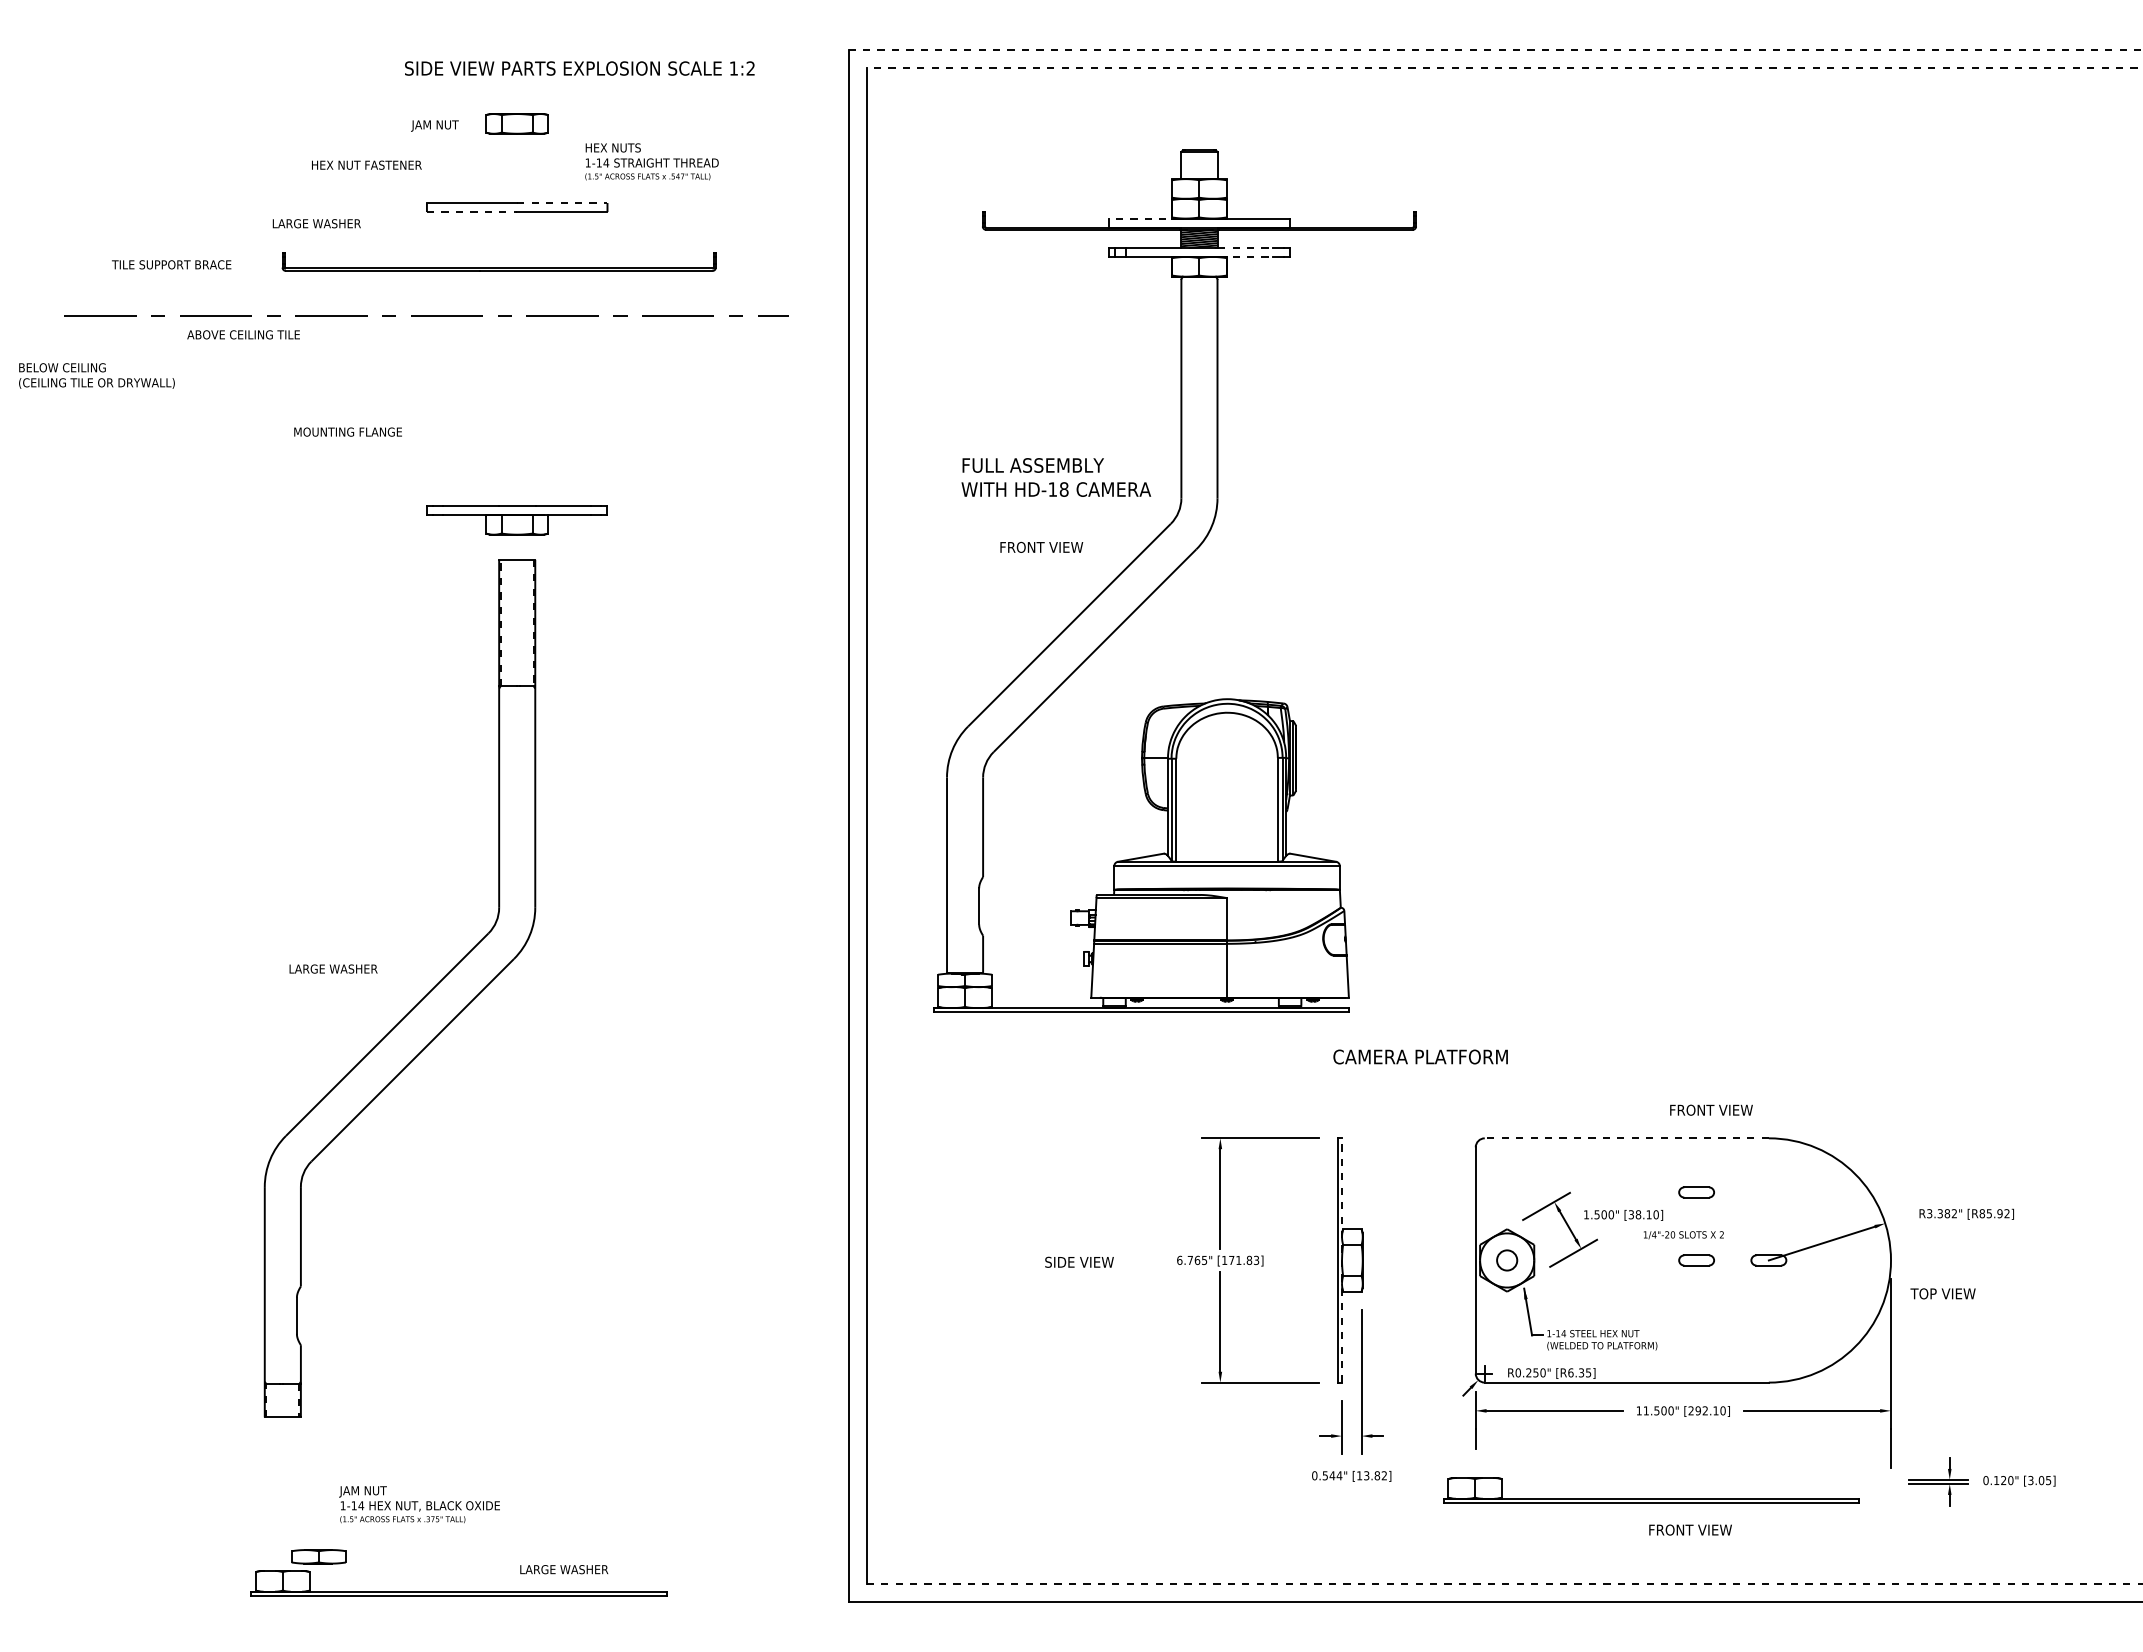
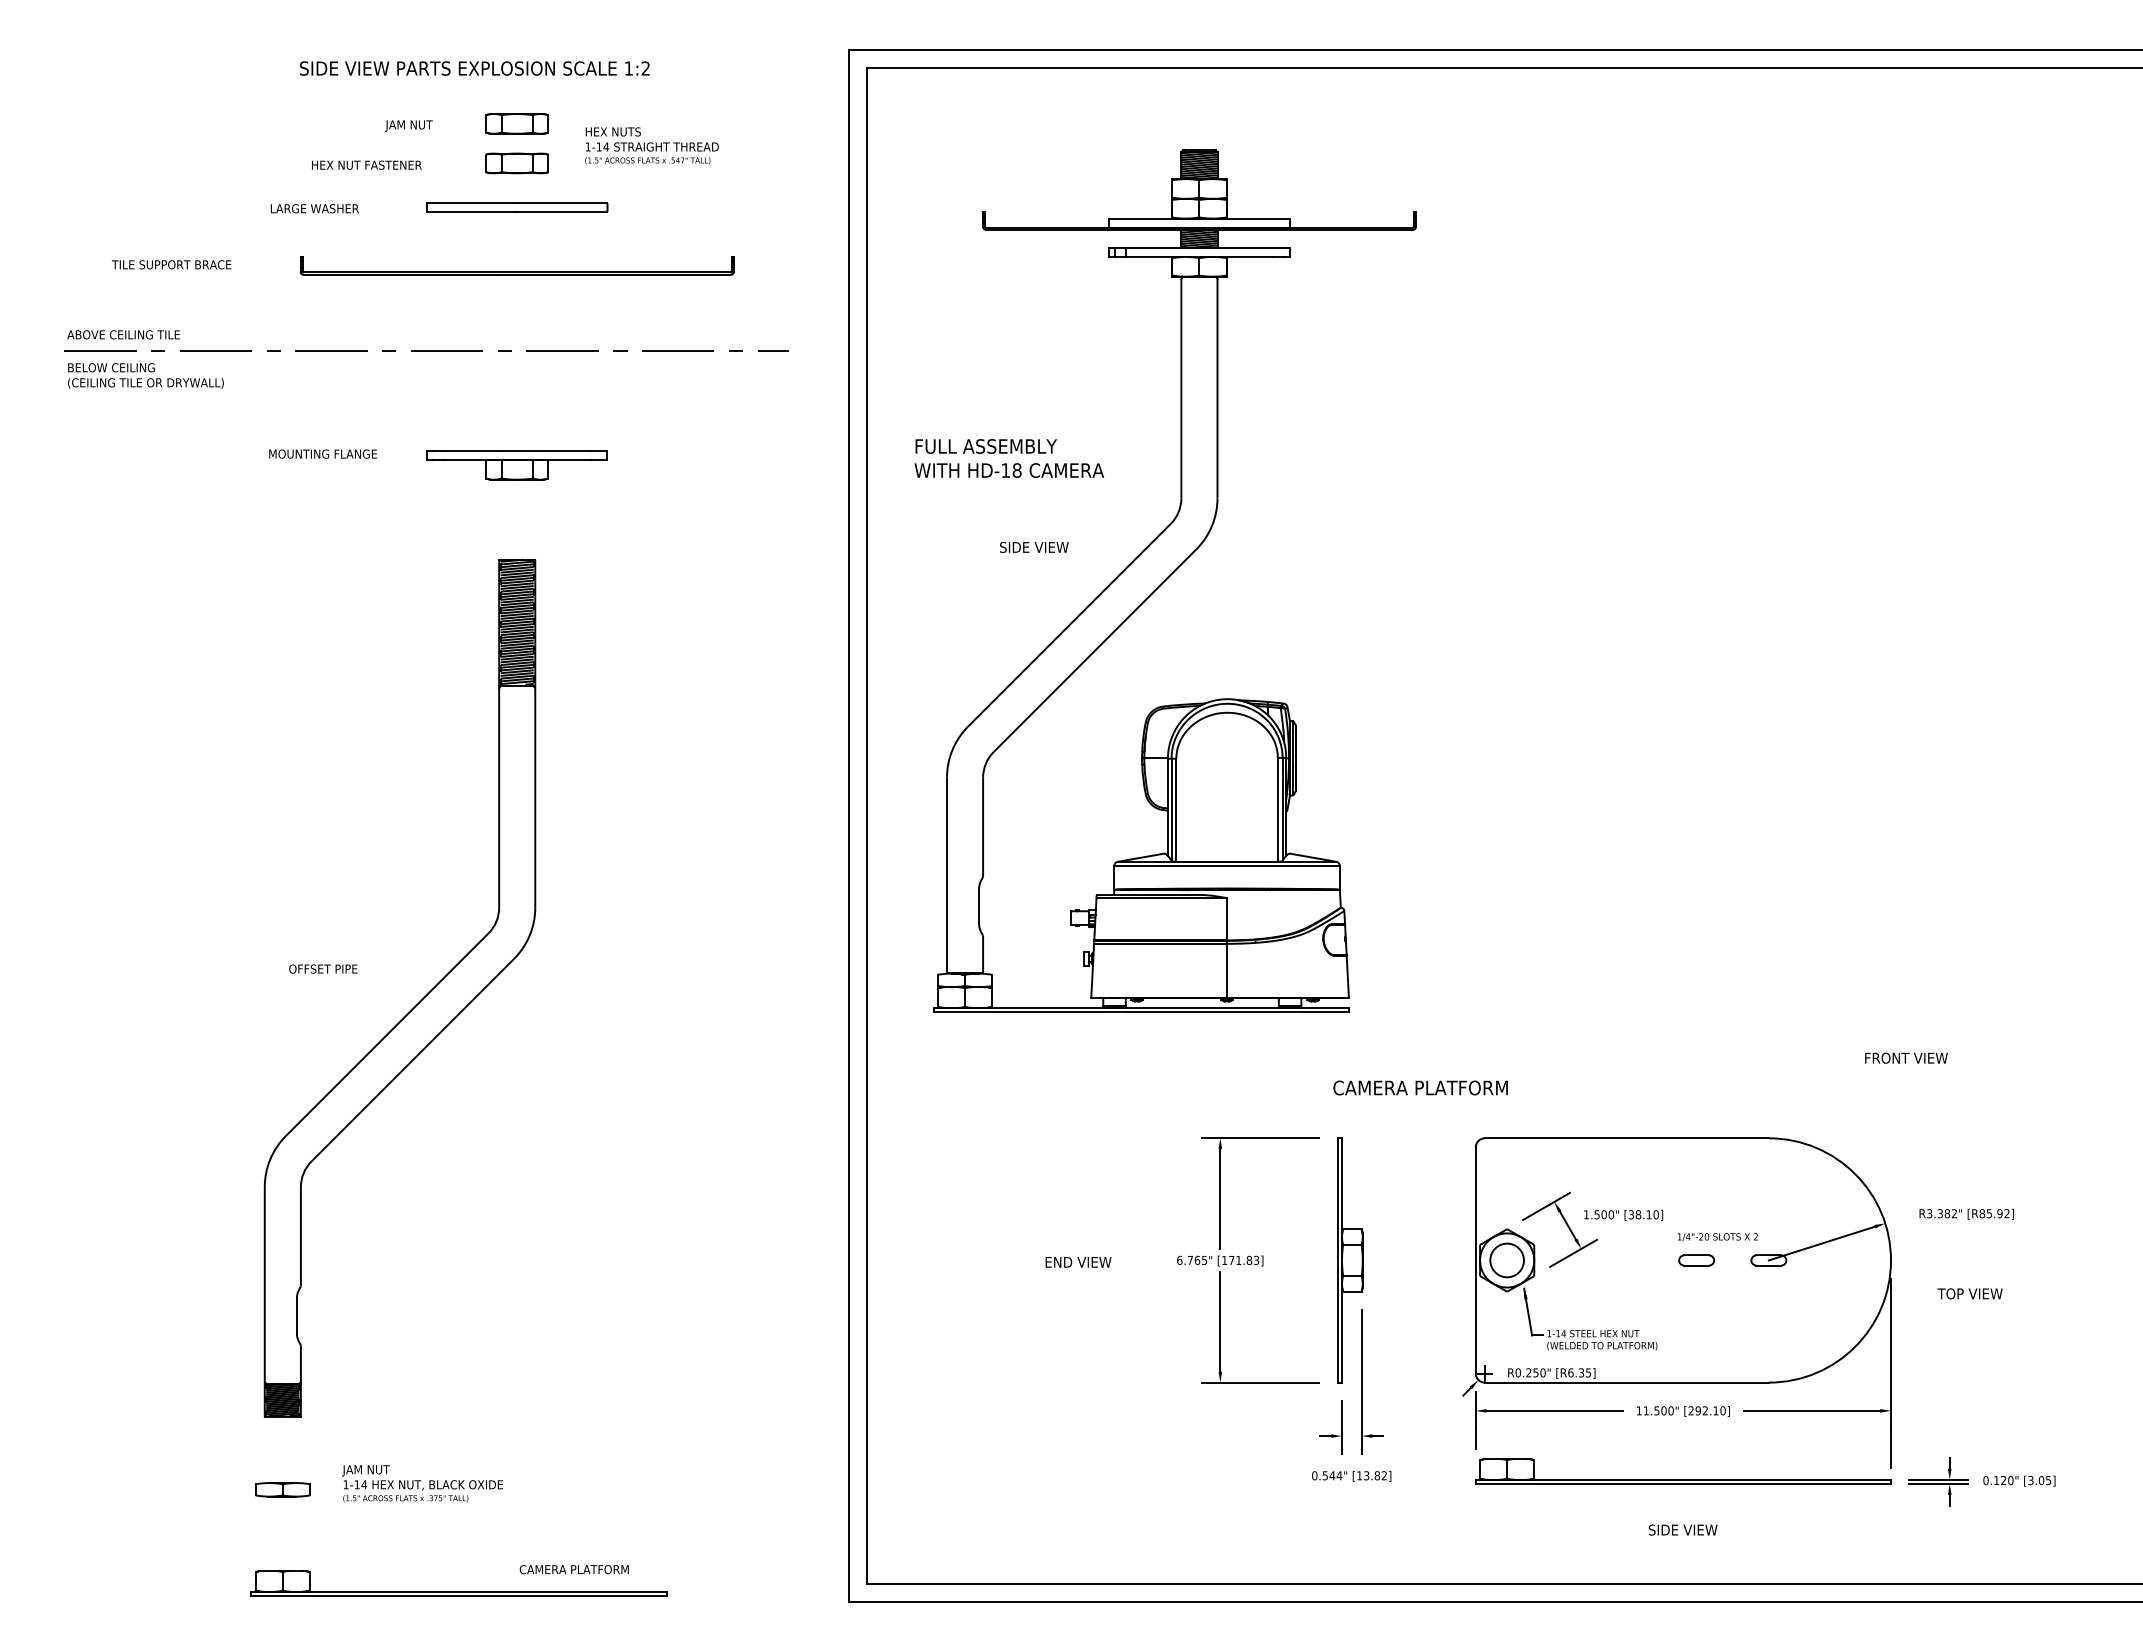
line at (1495, 49): dashed -> solid
line at (1504, 67): dashed -> solid
text at (579, 68) position: (579, 68) -> (474, 68)
text at (434, 125) position: (434, 125) -> (408, 125)
text at (651, 161) position: (651, 161) -> (651, 145)
part at (516, 163): none -> present
hatch at (1199, 165): none -> present
line at (562, 203): dashed -> solid
line at (472, 212): dashed -> solid
line at (1145, 218): dashed -> solid
text at (316, 223) position: (316, 223) -> (314, 208)
line at (1245, 247): dashed -> solid
line at (1245, 256): dashed -> solid
part at (498, 261) position: (498, 261) -> (516, 265)
line at (426, 315) position: (426, 315) -> (426, 350)
text at (243, 334) position: (243, 334) -> (123, 334)
text at (96, 375) position: (96, 375) -> (145, 375)
text at (347, 431) position: (347, 431) -> (322, 453)
text at (1056, 477) position: (1056, 477) -> (1009, 458)
part at (516, 520) position: (516, 520) -> (516, 465)
text at (1041, 546): FRONT VIEW -> SIDE VIEW
hatch at (516, 621): none -> present
text at (333, 968): LARGE WASHER -> OFFSET PIPE
text at (1420, 1056) position: (1420, 1056) -> (1420, 1087)
text at (1711, 1109) position: (1711, 1109) -> (1906, 1057)
line at (1626, 1138): dashed -> solid
part at (1696, 1192): present -> none
text at (1683, 1235) position: (1683, 1235) -> (1717, 1237)
line at (1342, 1259): dashed -> solid
circle at (1507, 1260) diameter: 20 px -> 34 px
text at (1079, 1261): SIDE VIEW -> END VIEW
text at (1942, 1293) position: (1942, 1293) -> (1969, 1293)
hatch at (282, 1400): none -> present
part at (1651, 1498) position: (1651, 1498) -> (1683, 1479)
text at (419, 1504) position: (419, 1504) -> (422, 1483)
text at (1689, 1529): FRONT VIEW -> SIDE VIEW
part at (318, 1556) position: (318, 1556) -> (282, 1489)
text at (573, 1569): LARGE WASHER -> CAMERA PLATFORM
line at (1504, 1584): dashed -> solid
